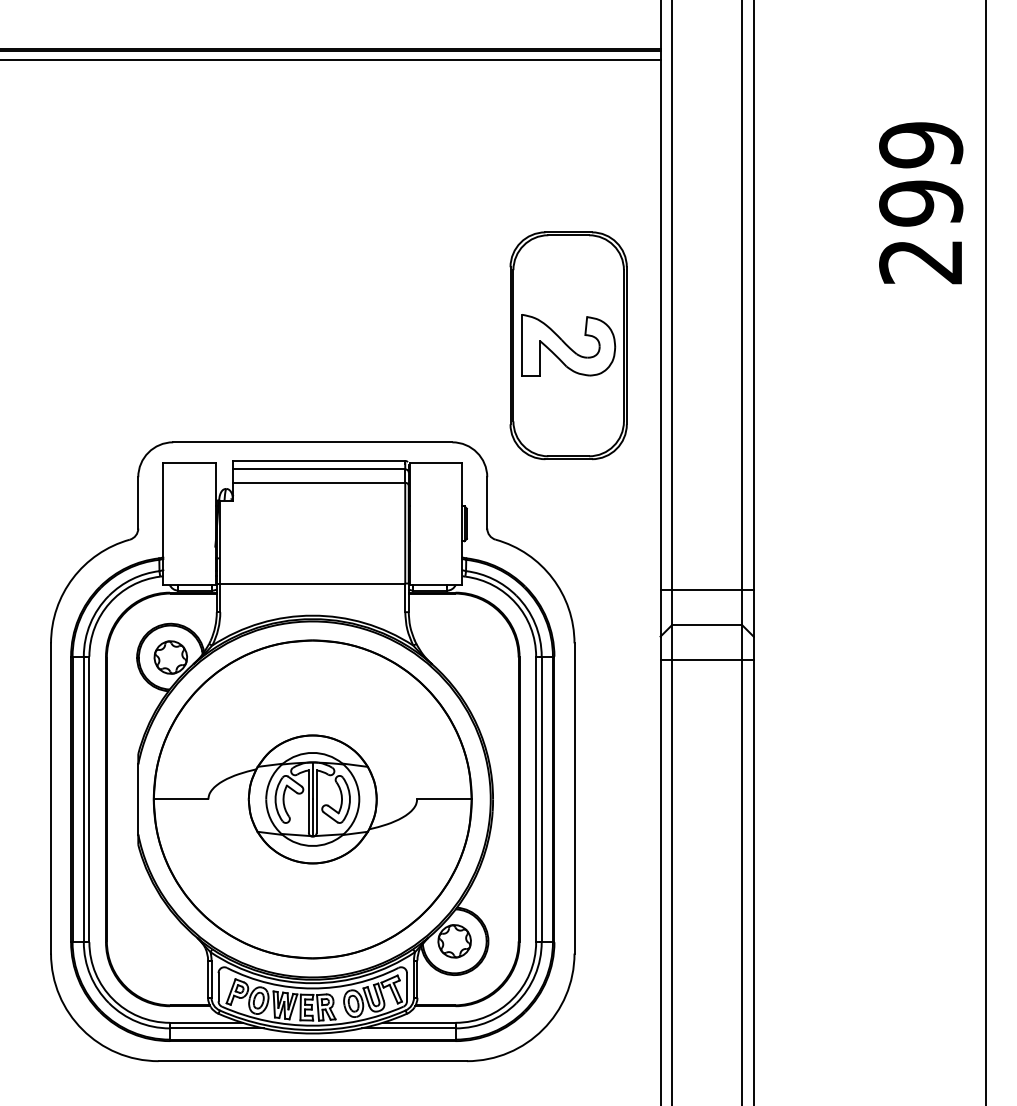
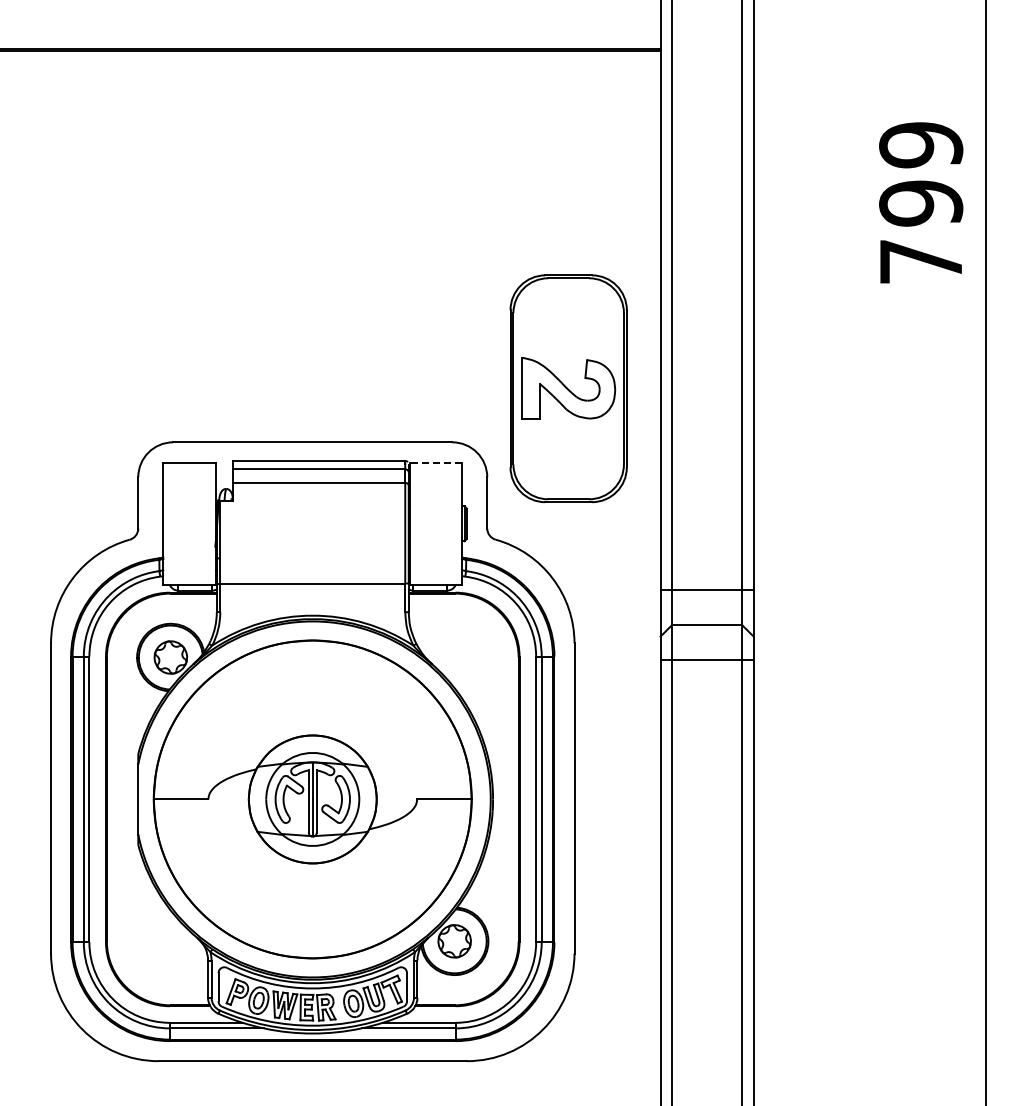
line at (331, 60): present -> none
text at (920, 262): 299 -> 799
part at (568, 345) position: (568, 345) -> (568, 388)
line at (435, 462): solid -> dashed
